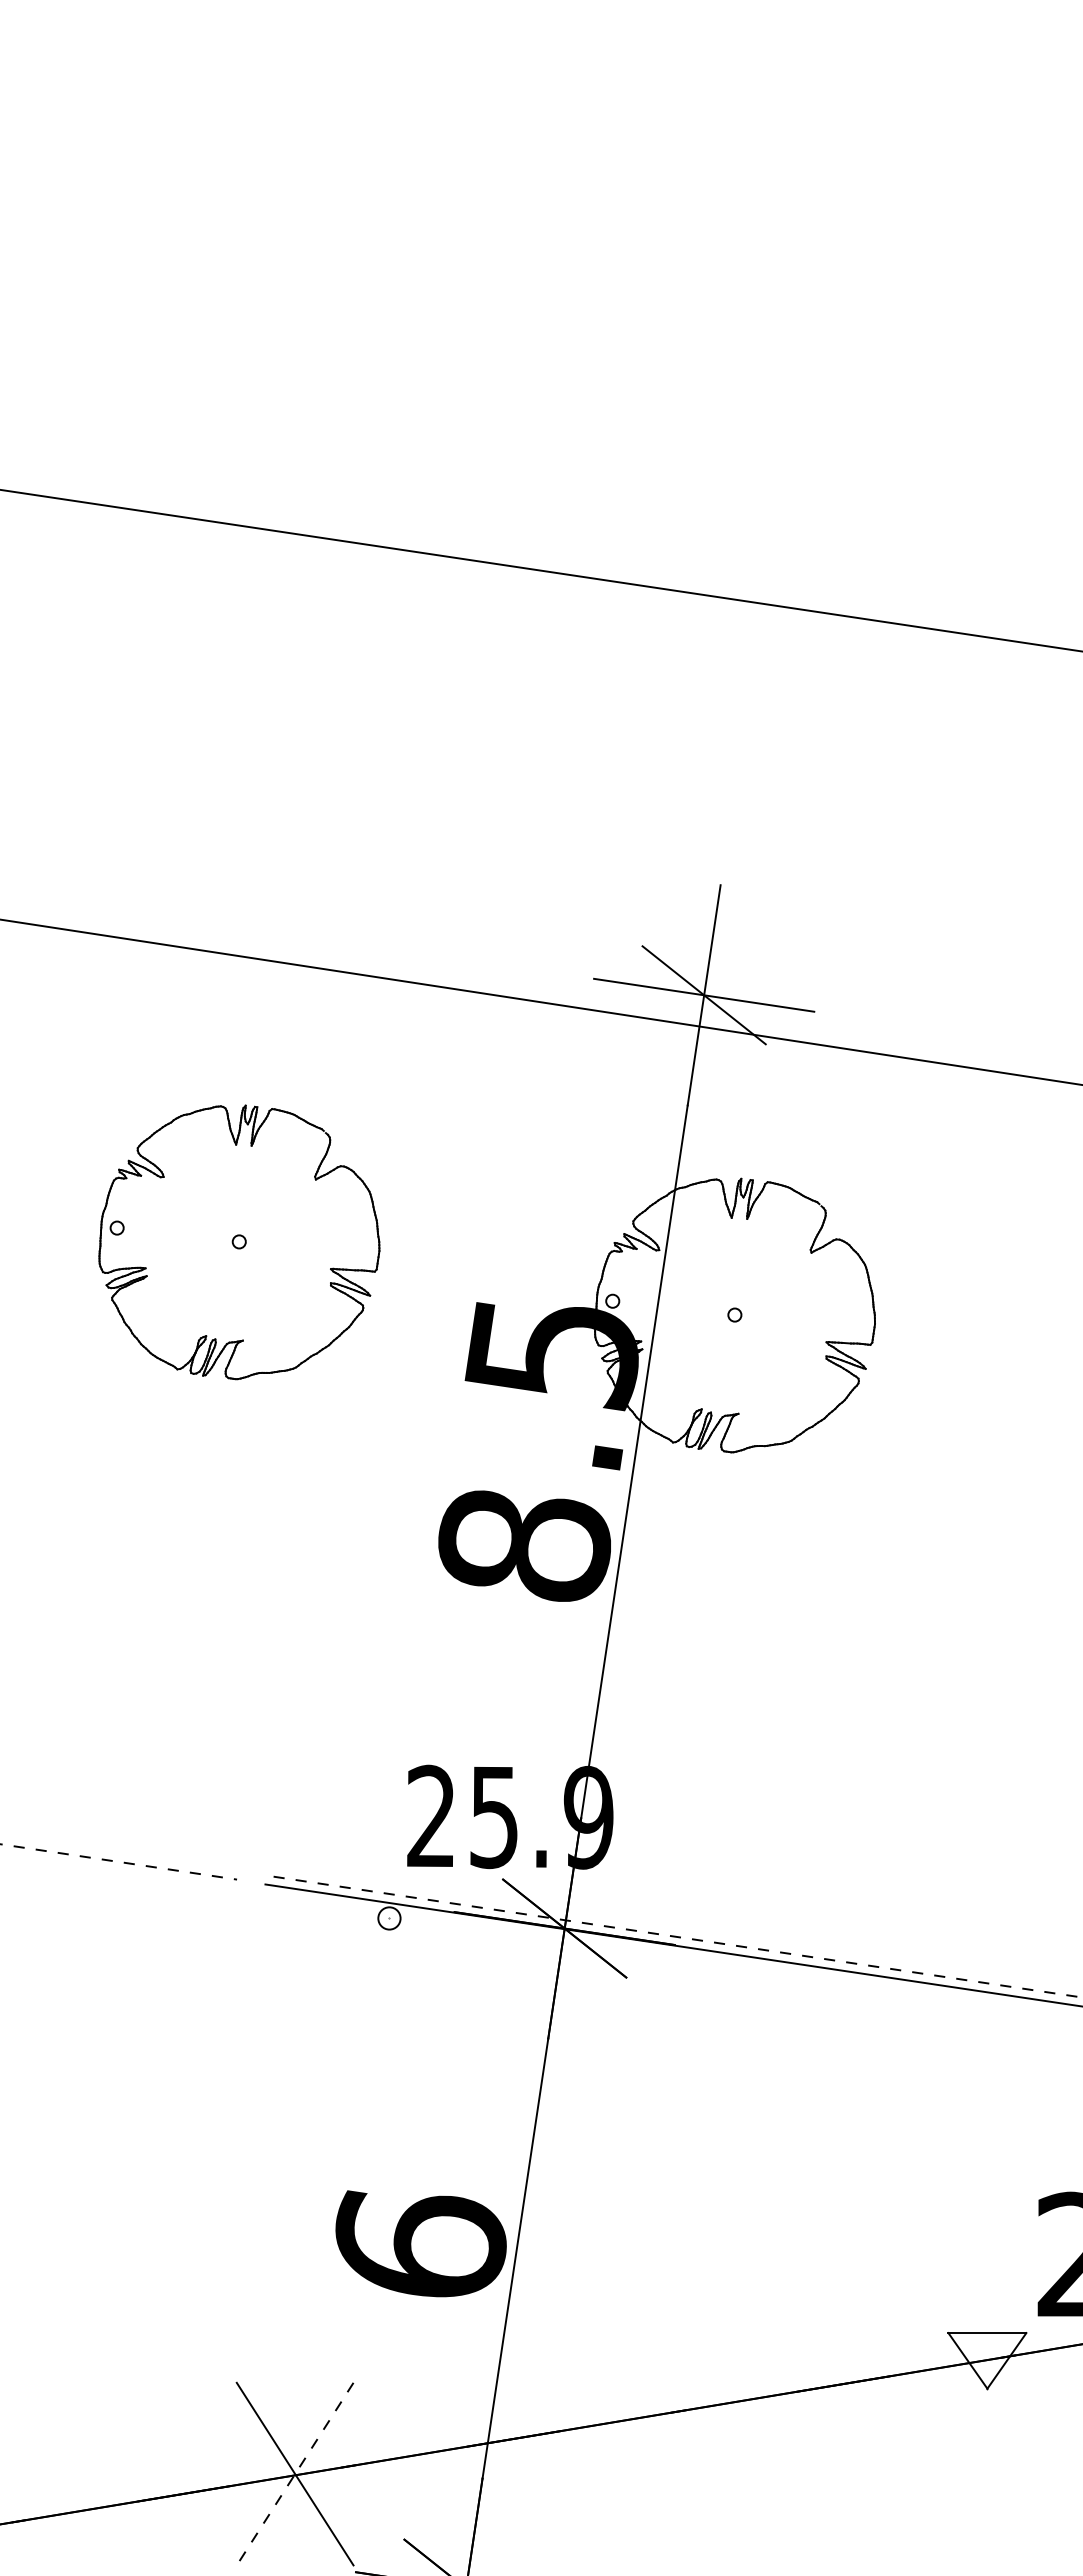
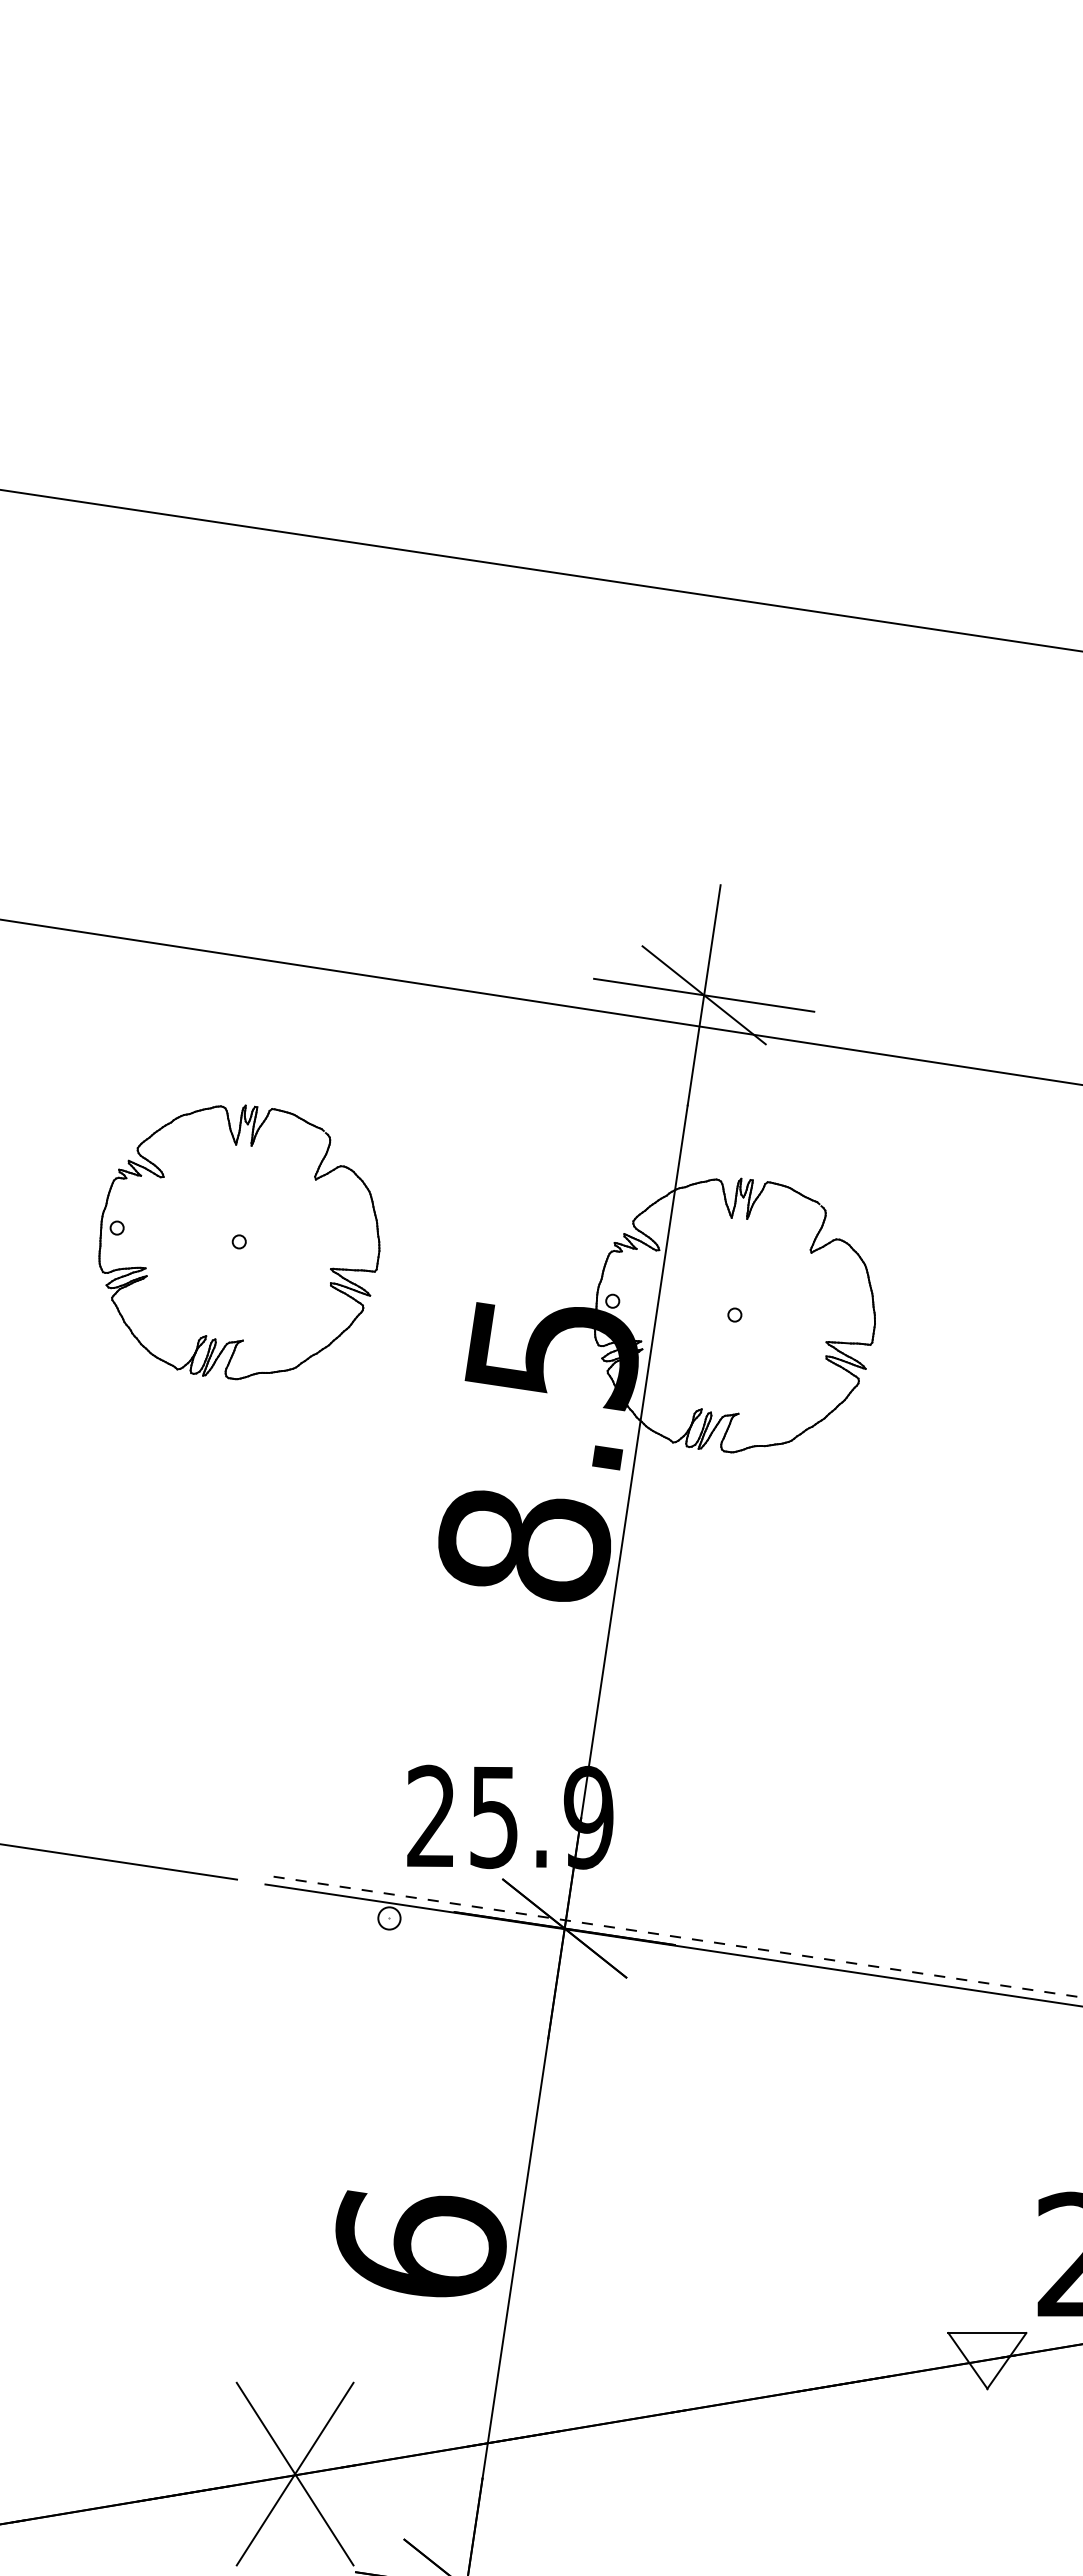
line at (119, 1862): dashed -> solid
line at (294, 2474): dashed -> solid
